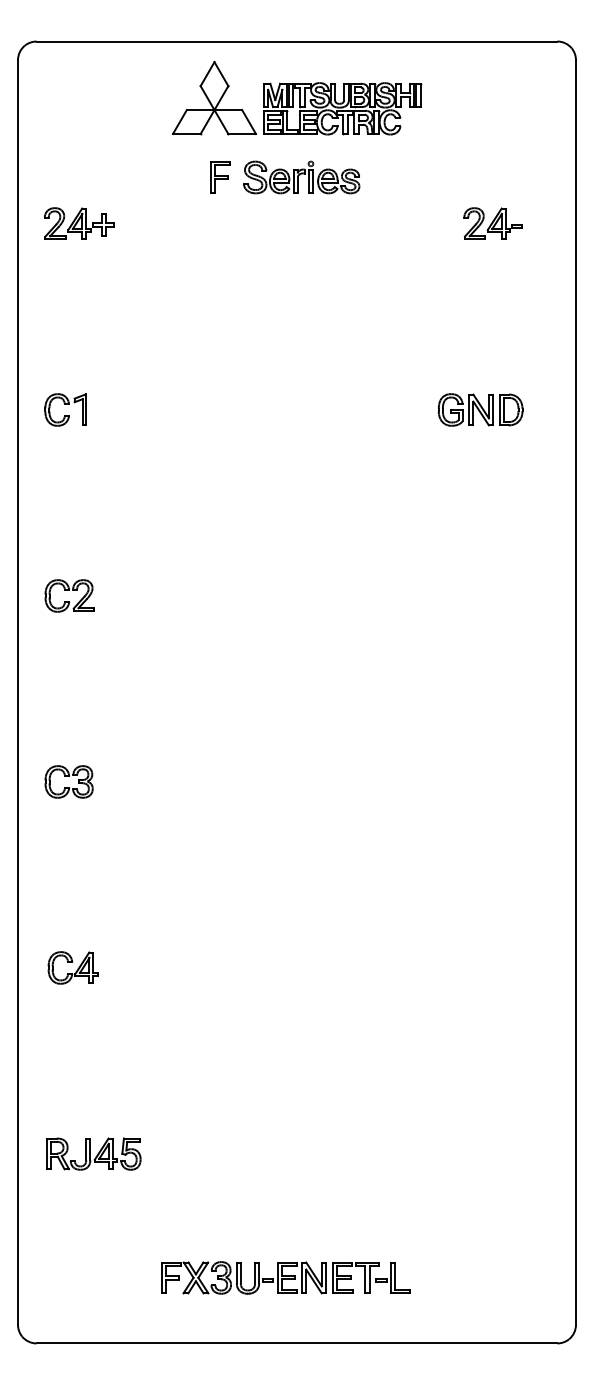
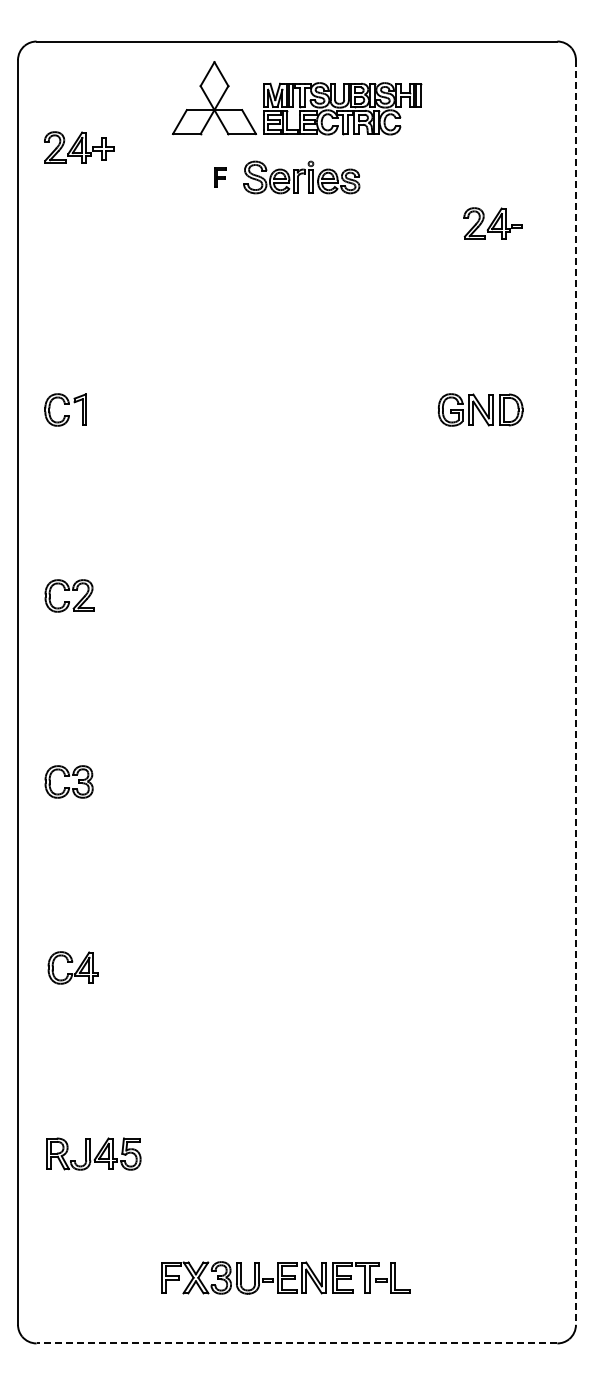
part at (220, 177) size: 21x33 px -> 13x21 px
part at (79, 223) position: (79, 223) -> (79, 147)
line at (575, 692): solid -> dashed
line at (296, 1343): solid -> dashed
